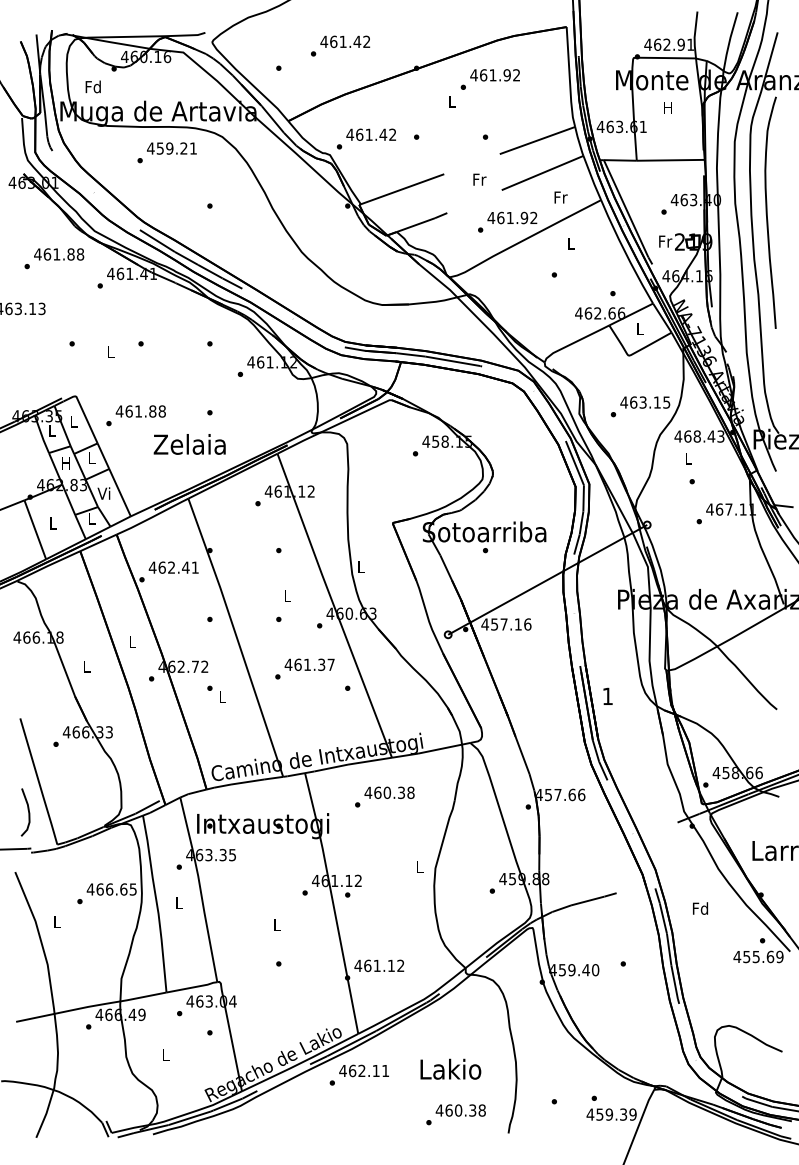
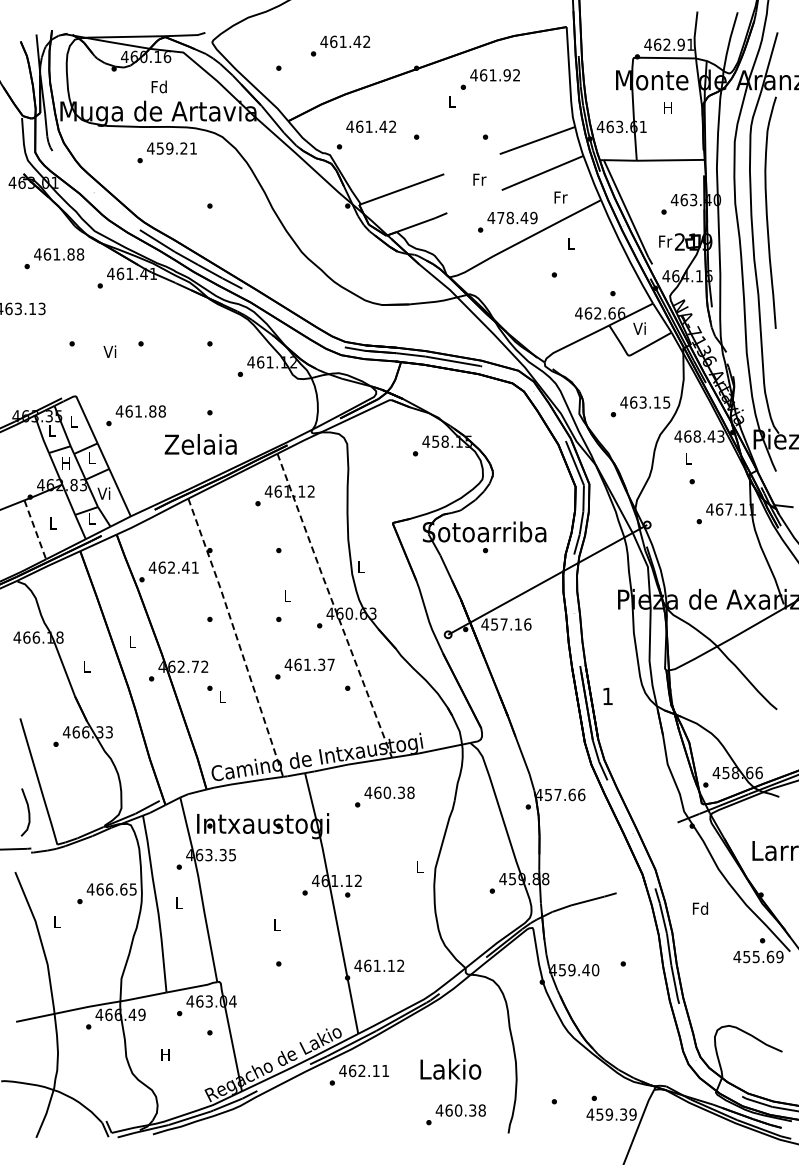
text at (92, 86) position: (92, 86) -> (158, 86)
text at (370, 134) position: (370, 134) -> (370, 126)
text at (517, 217): 461.92 -> 478.49
text at (639, 328): L -> Vi
text at (109, 351): L -> Vi
text at (189, 444) position: (189, 444) -> (200, 444)
line at (35, 530): solid -> dashed
line at (333, 605): solid -> dashed
line at (236, 637): solid -> dashed
text at (165, 1054): L -> H
